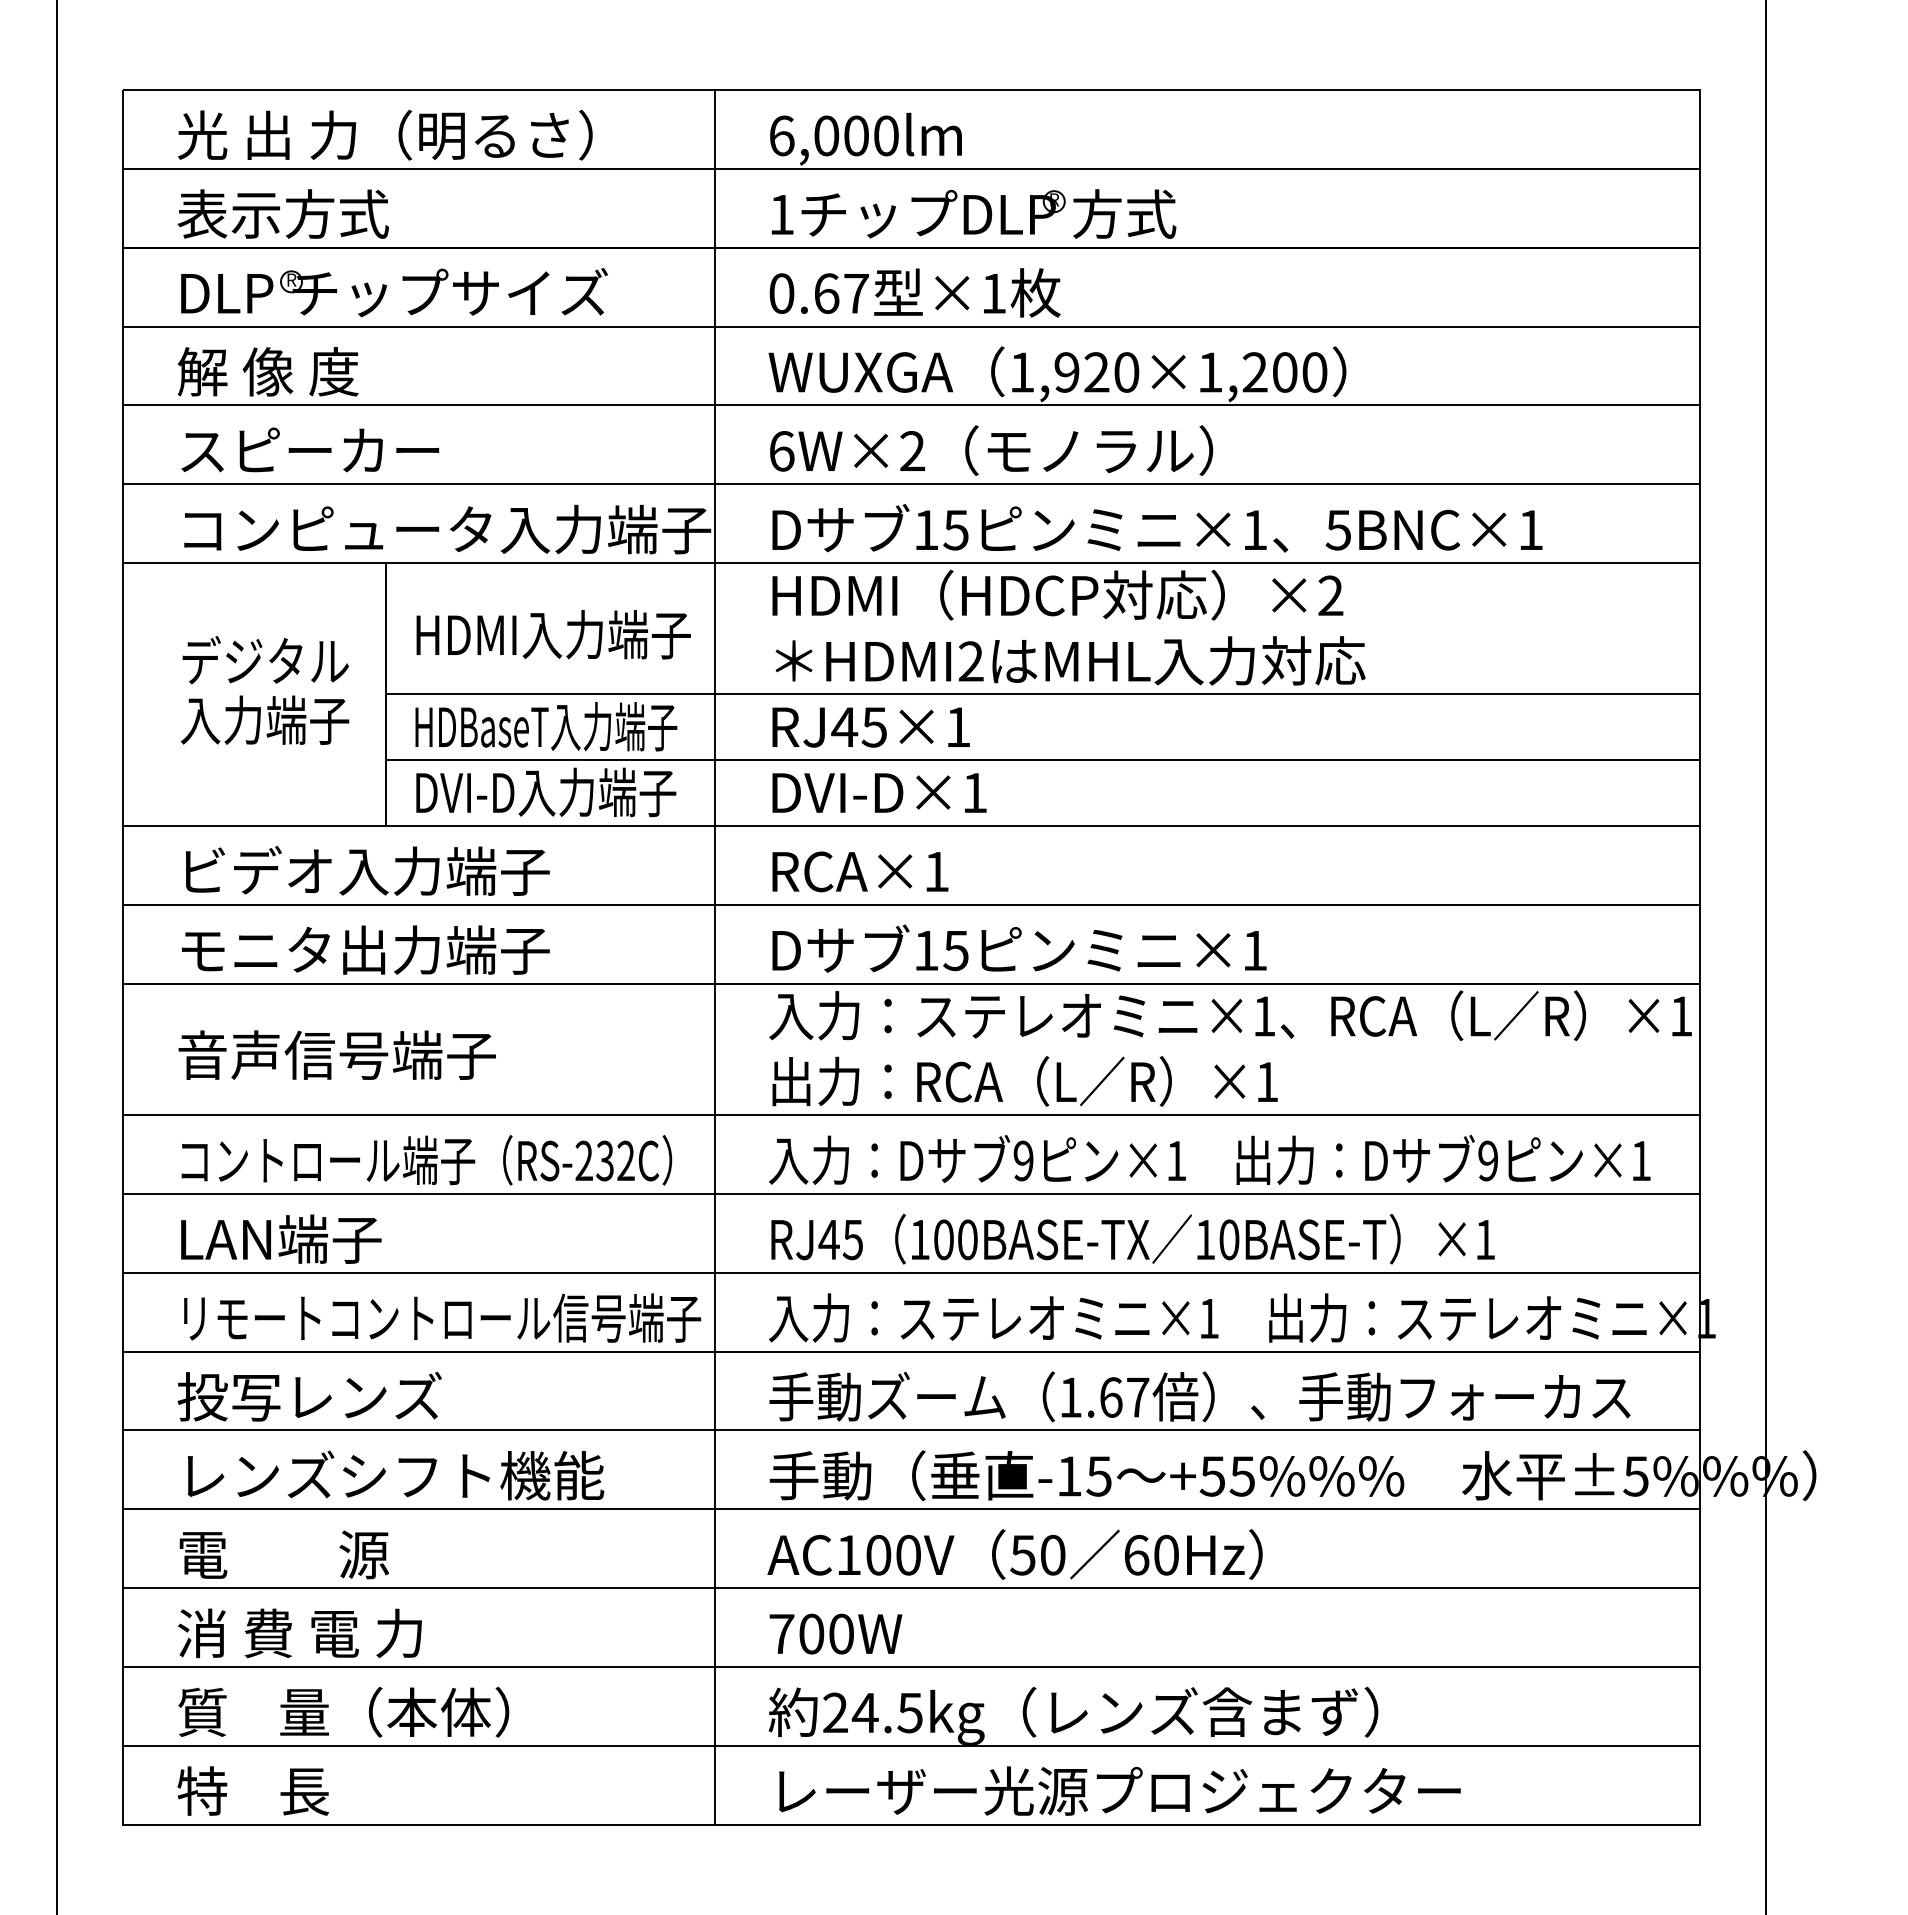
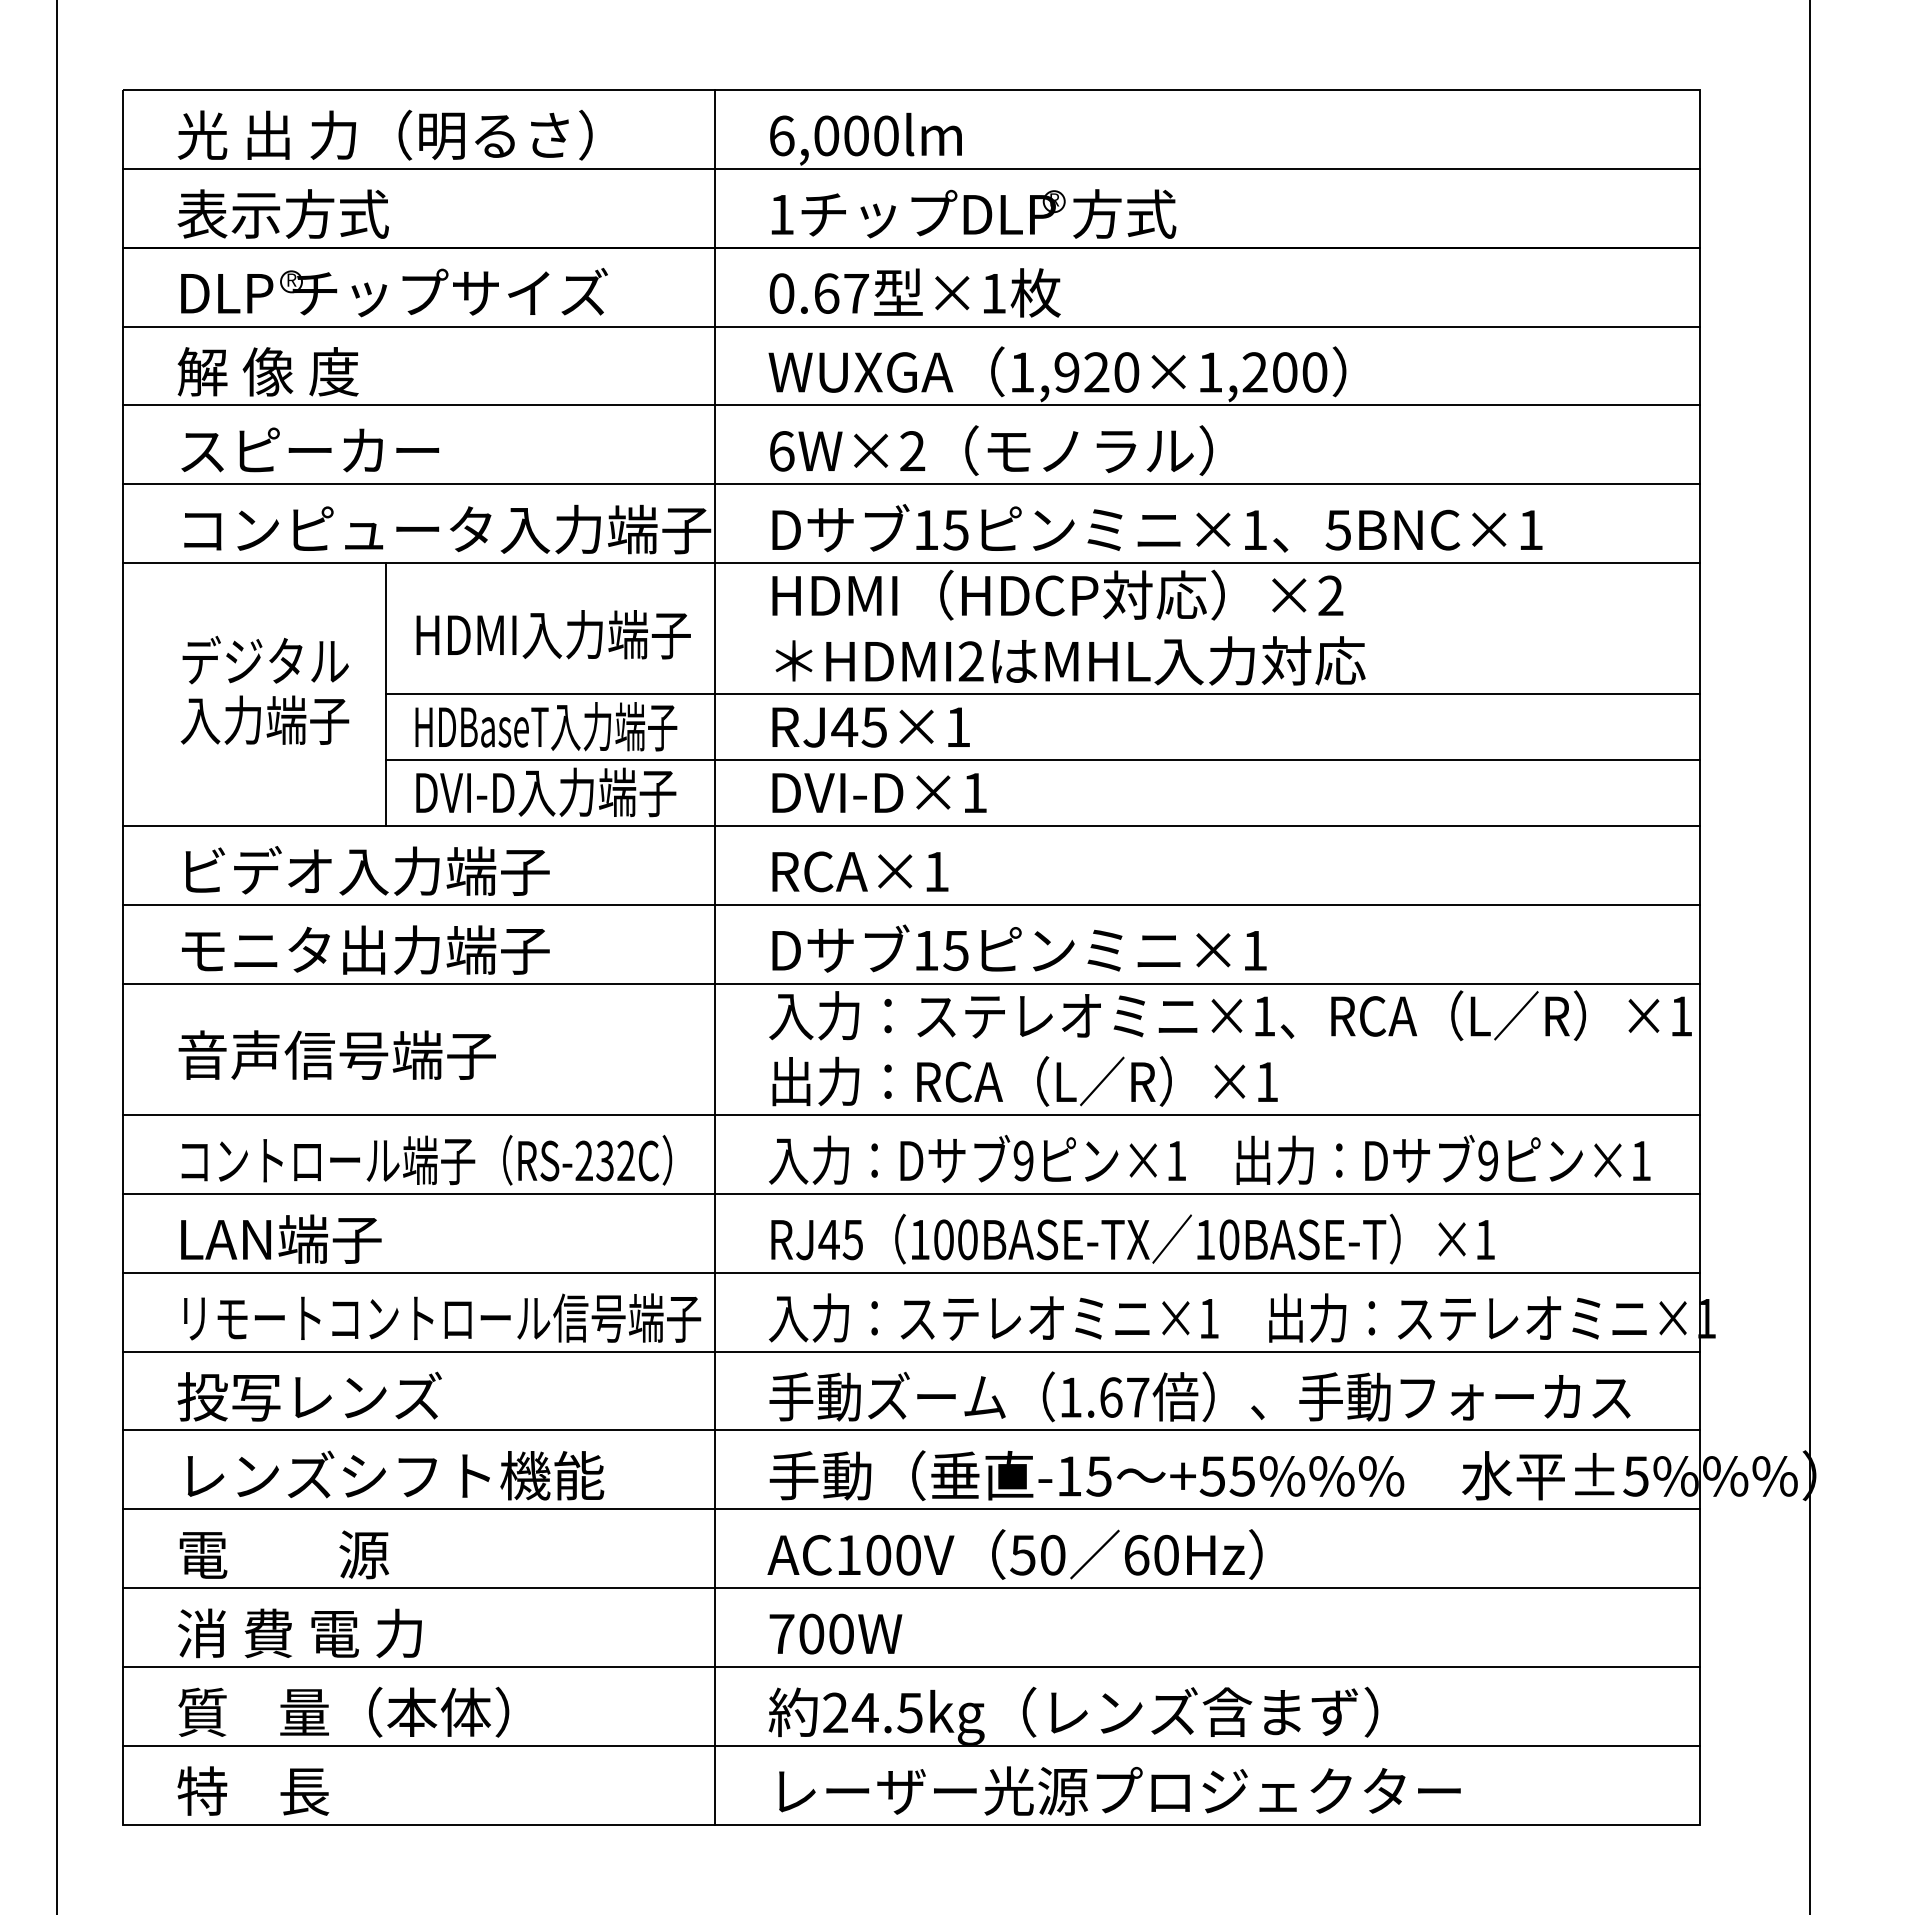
line at (1765, 956) position: (1765, 956) -> (1809, 956)
